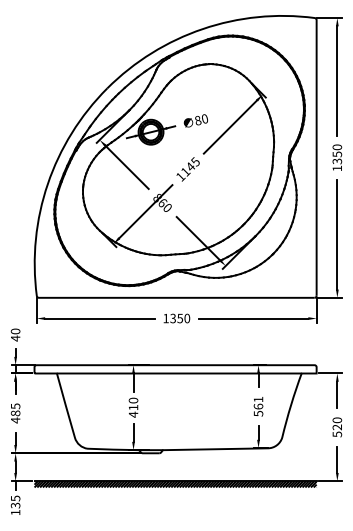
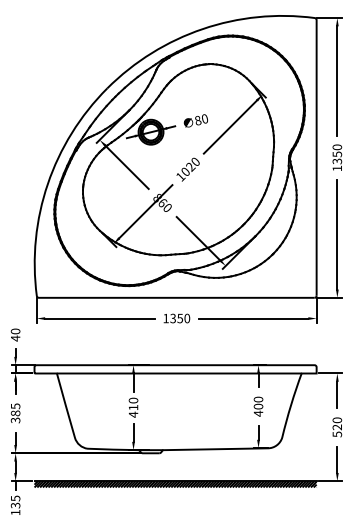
text at (190, 166): 1145 -> 1020
text at (258, 406): 561 -> 400
text at (15, 420): 485 -> 385
